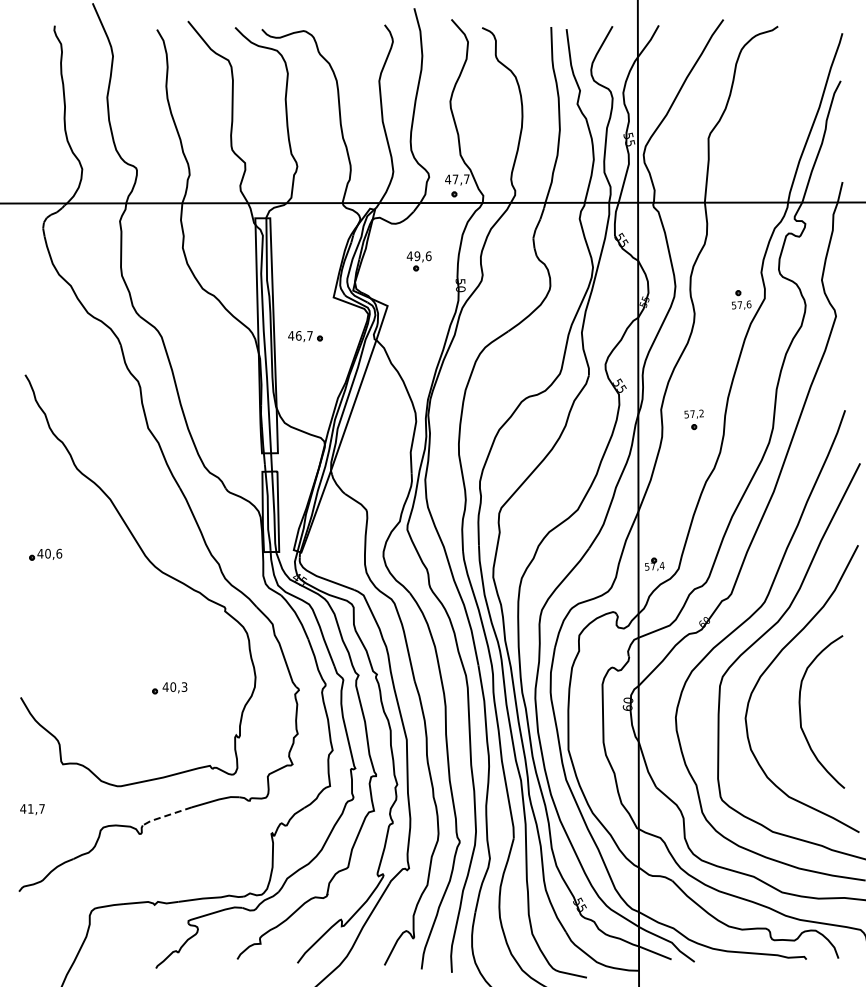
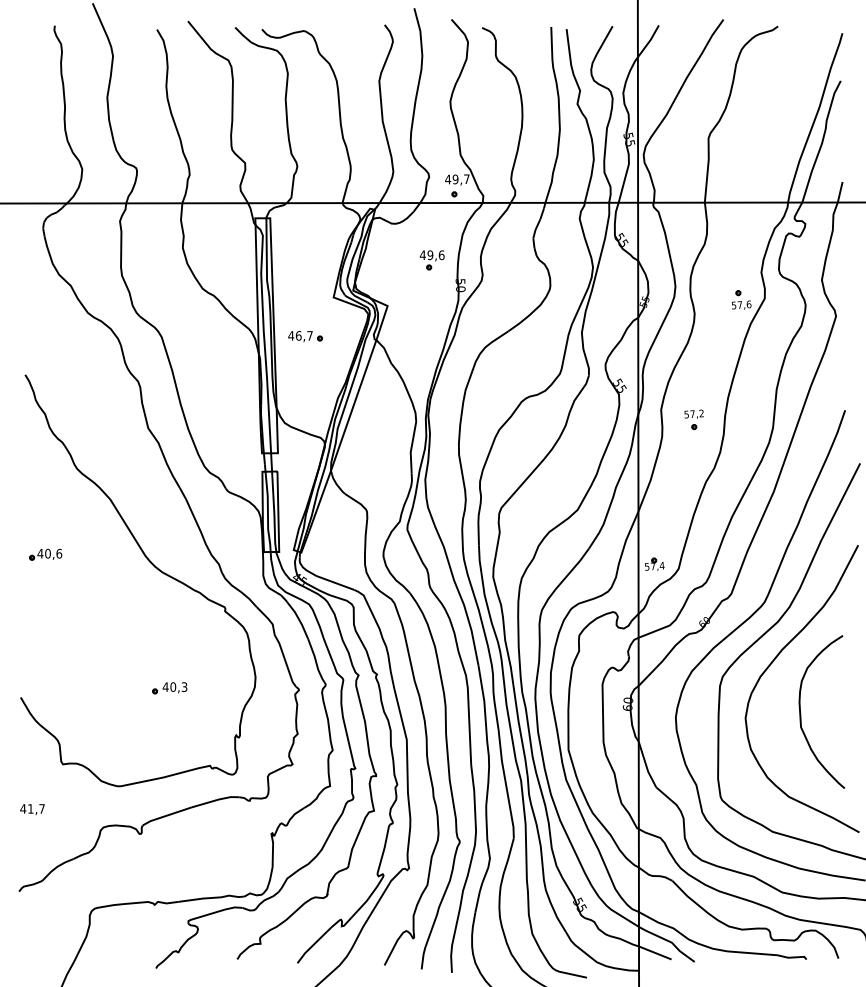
text at (455, 179): 47,7 -> 49,7
part at (418, 261) position: (418, 261) -> (431, 260)
line at (166, 815): dashed -> solid
